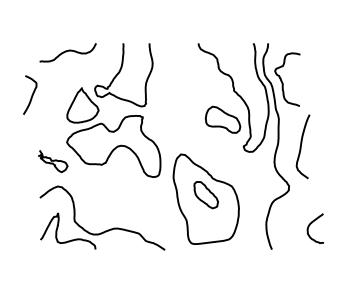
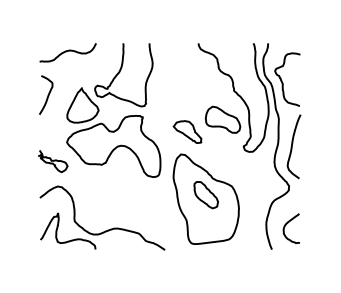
curve at (31, 94) position: (31, 94) -> (47, 94)
part at (187, 131): none -> present
curve at (301, 146) position: (301, 146) -> (292, 146)
curve at (311, 224) position: (311, 224) -> (287, 224)
